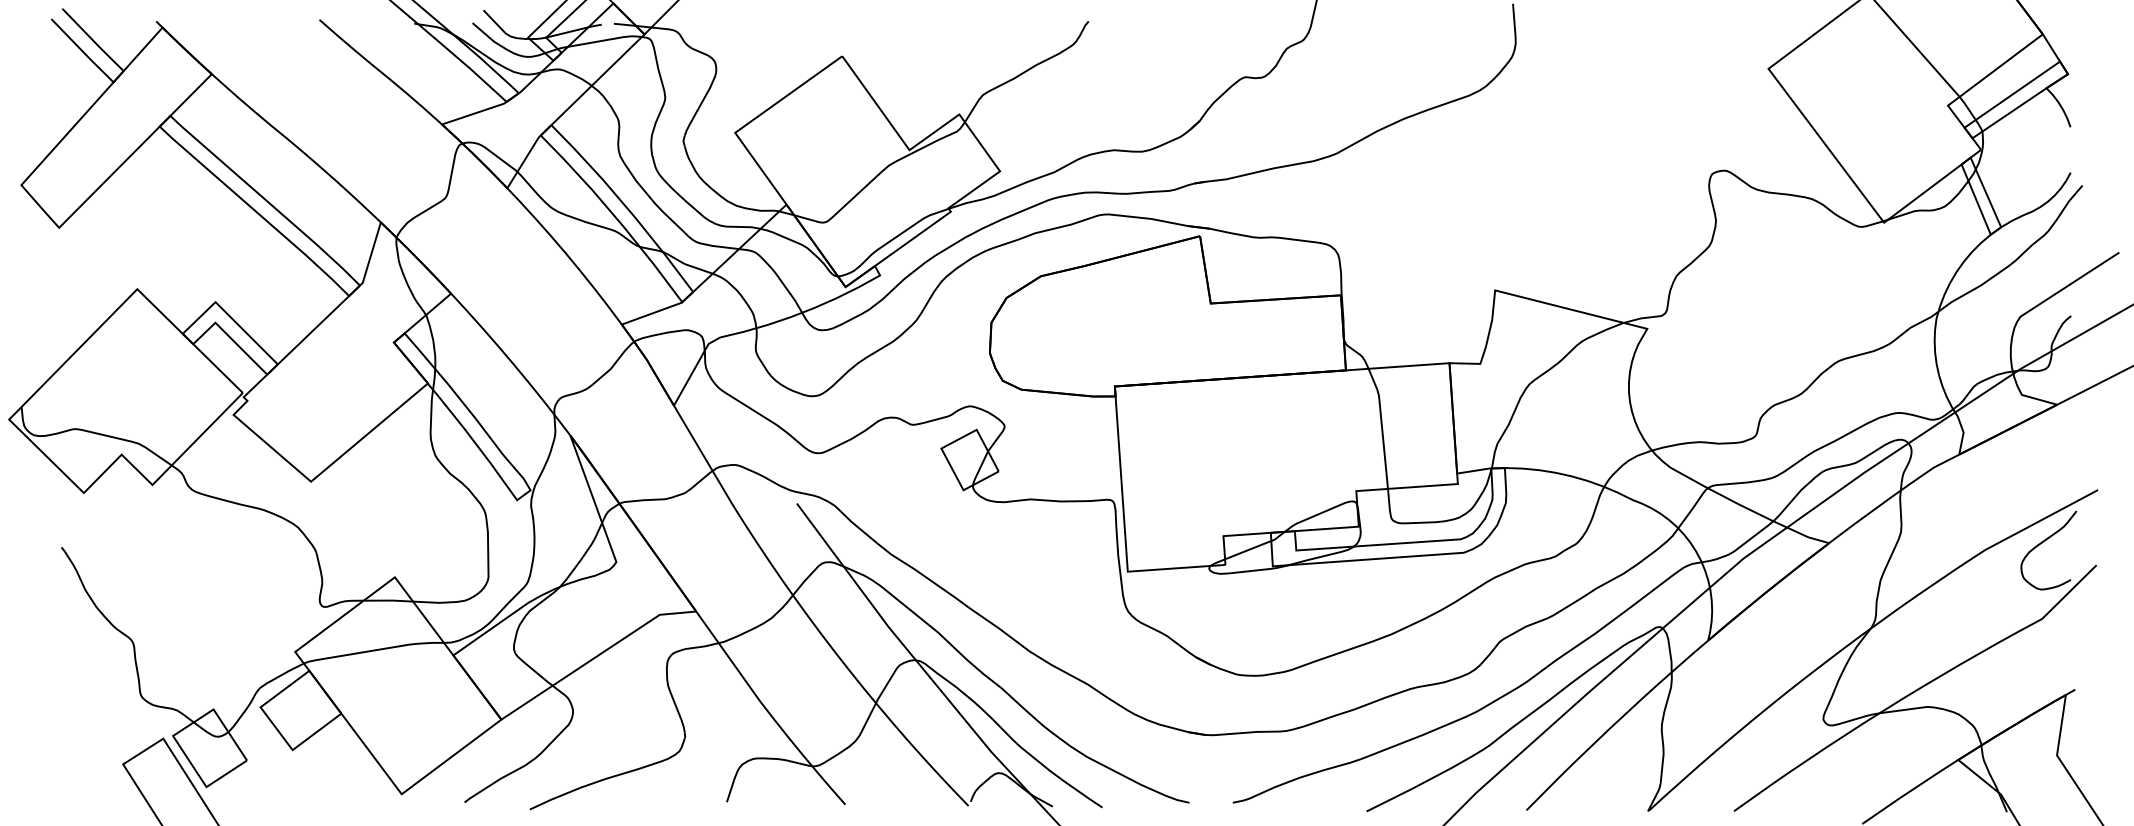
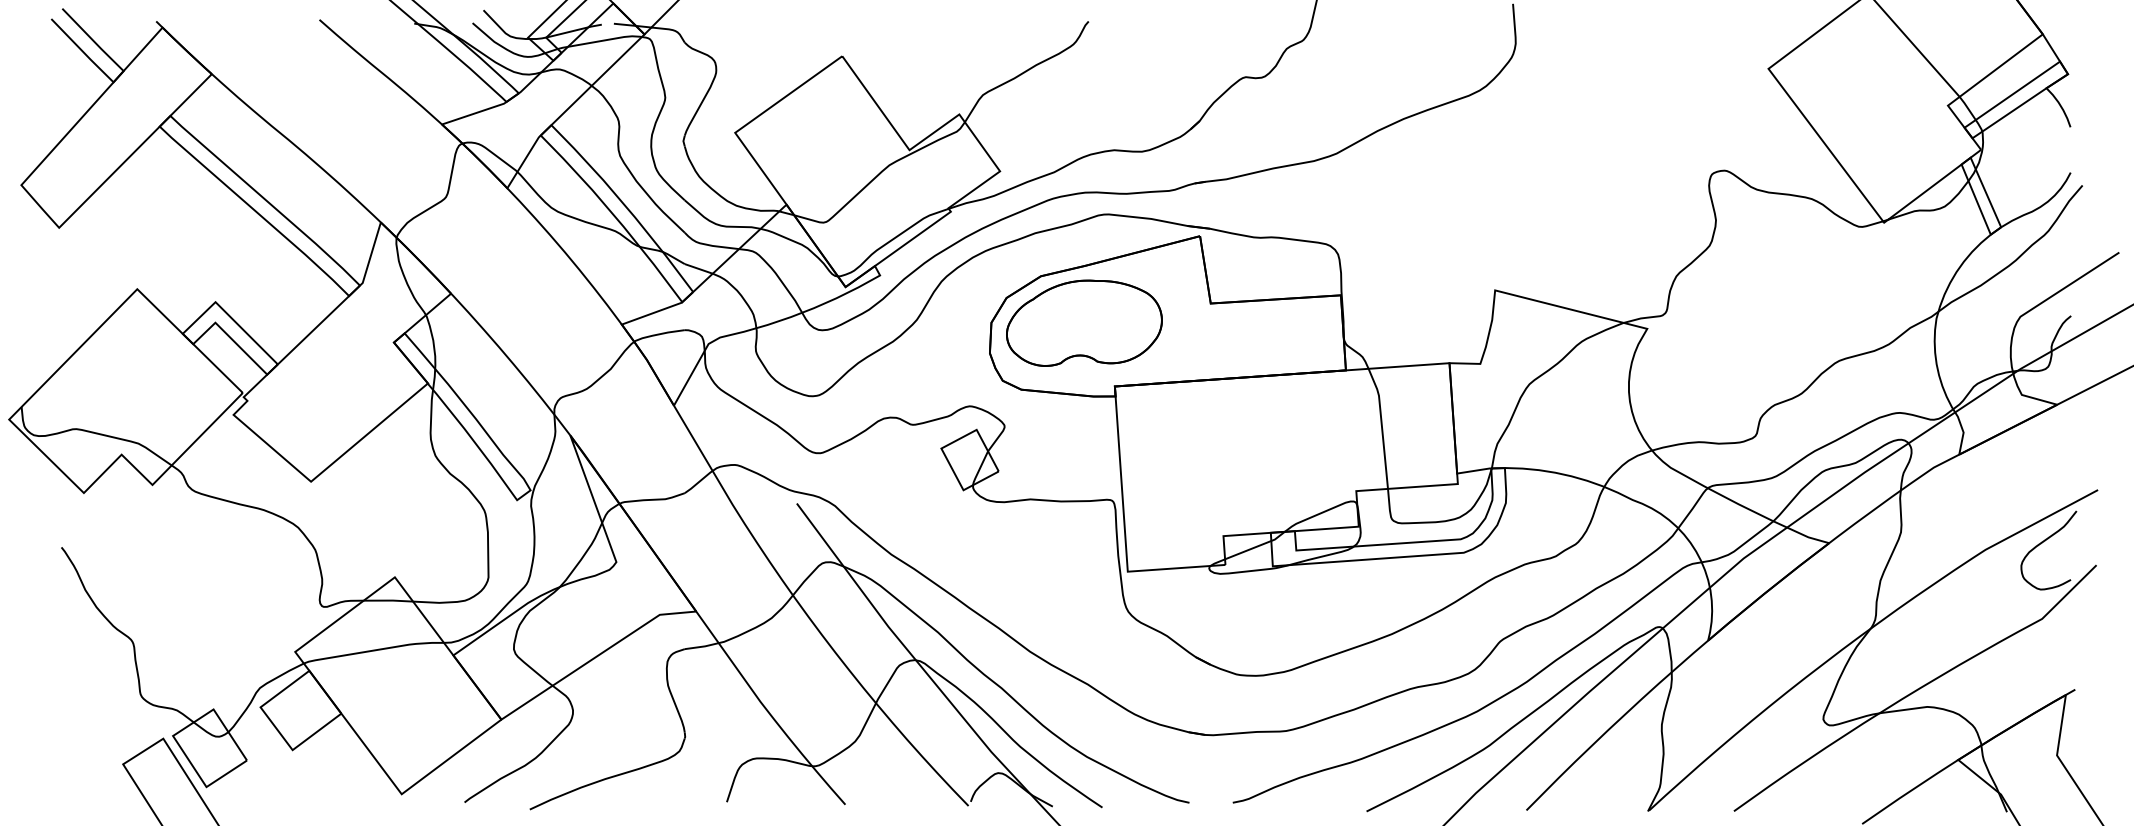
part at (1084, 322): none -> present
